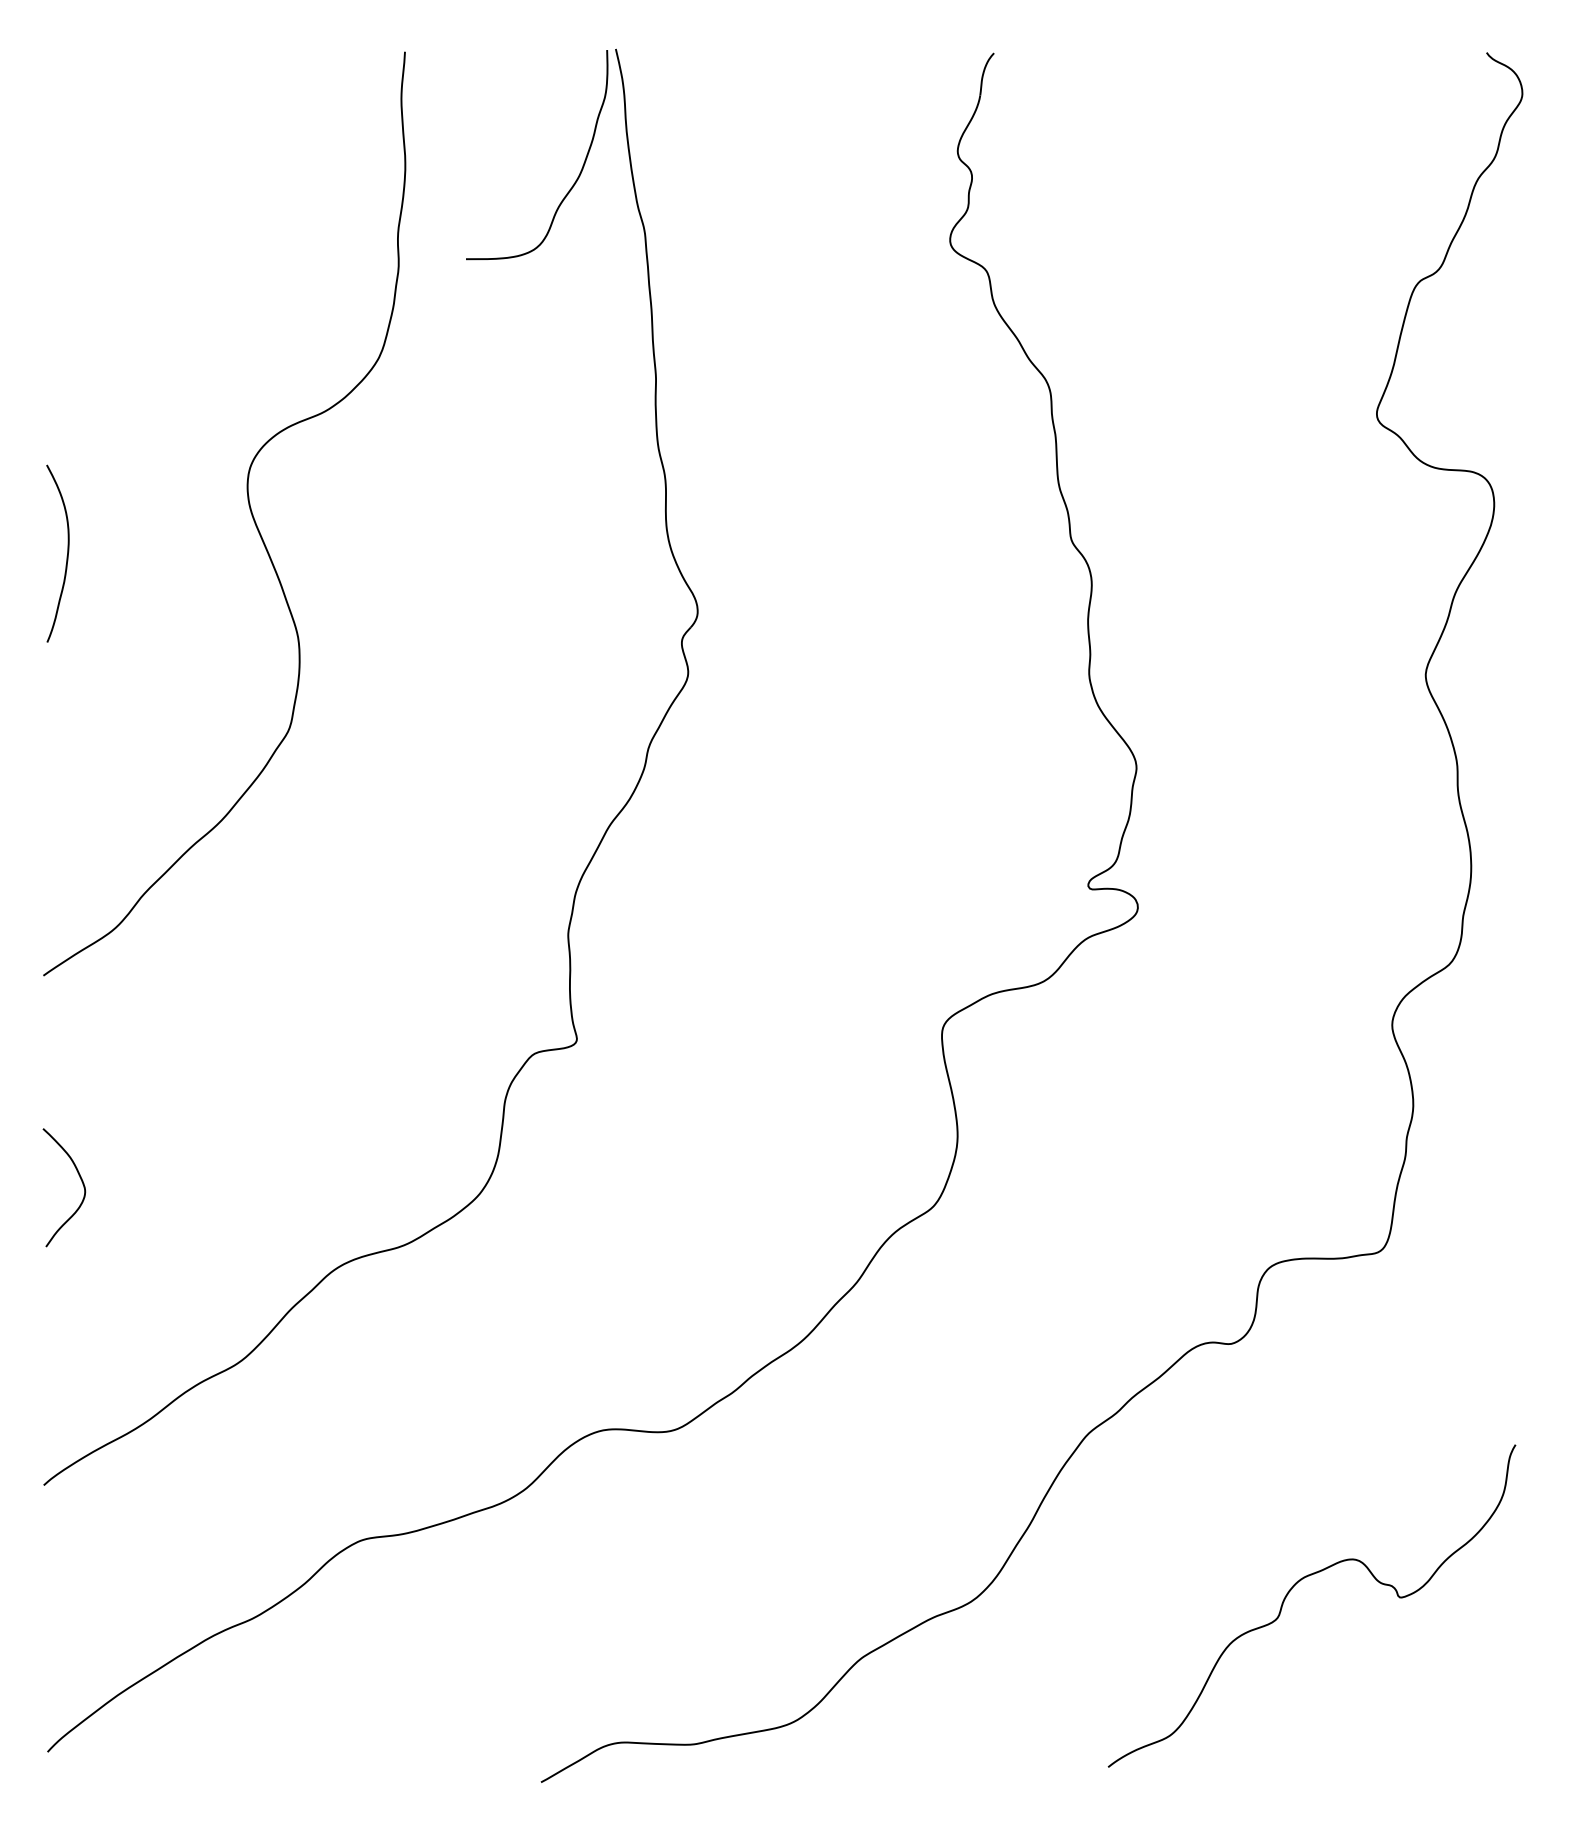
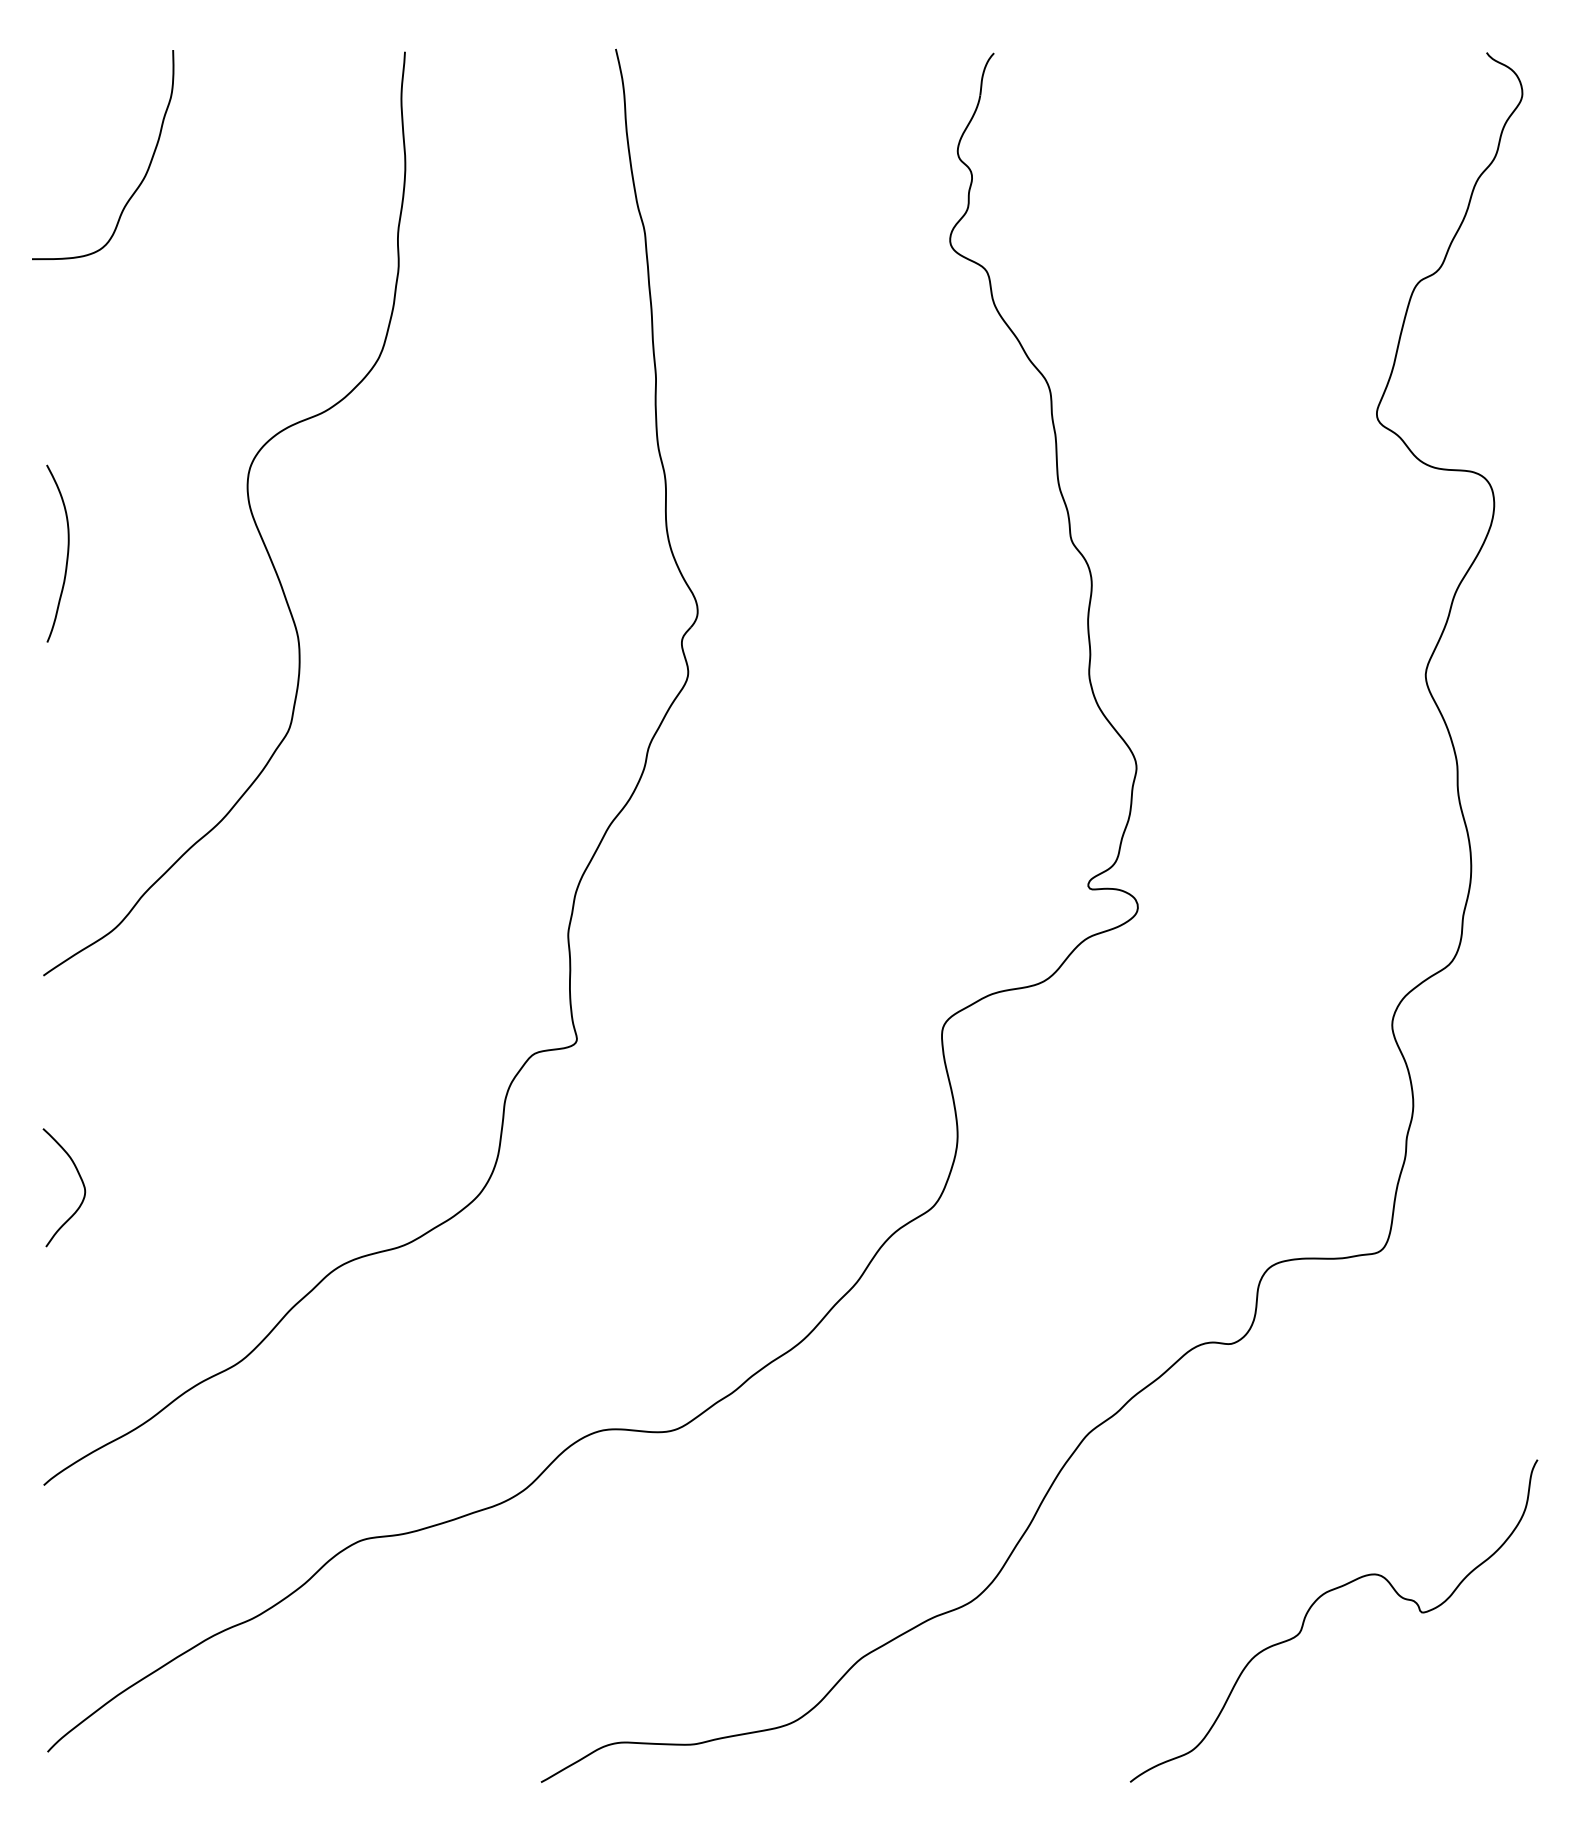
curve at (575, 180) position: (575, 180) -> (141, 180)
curve at (1292, 1589) position: (1292, 1589) -> (1314, 1604)
